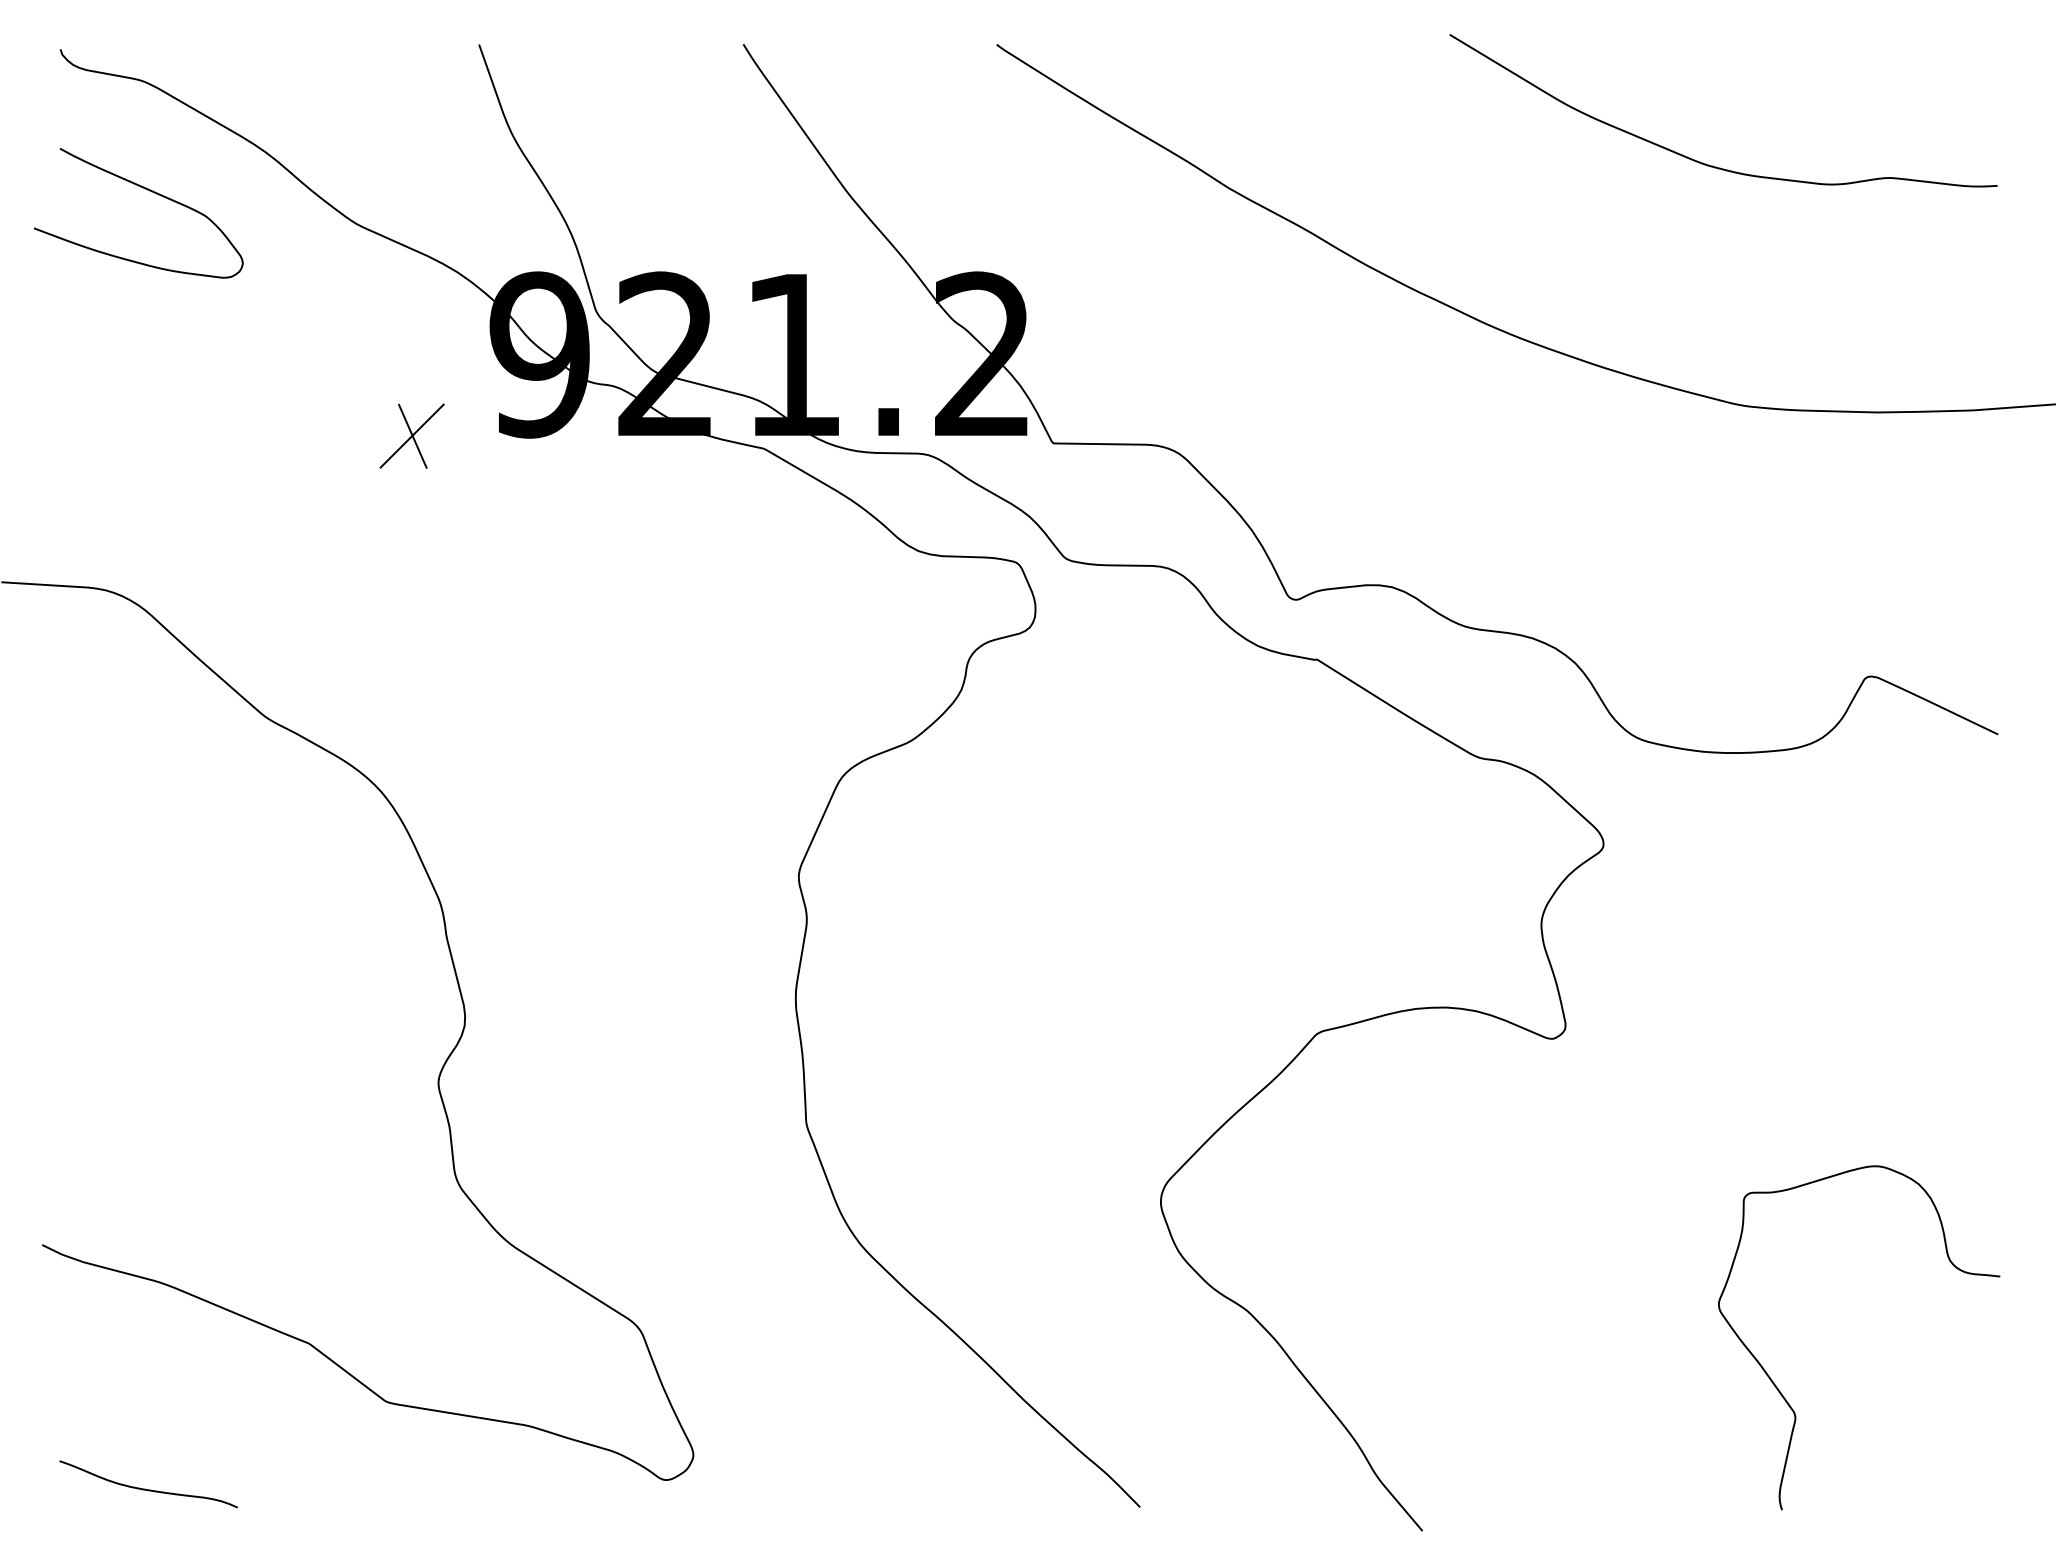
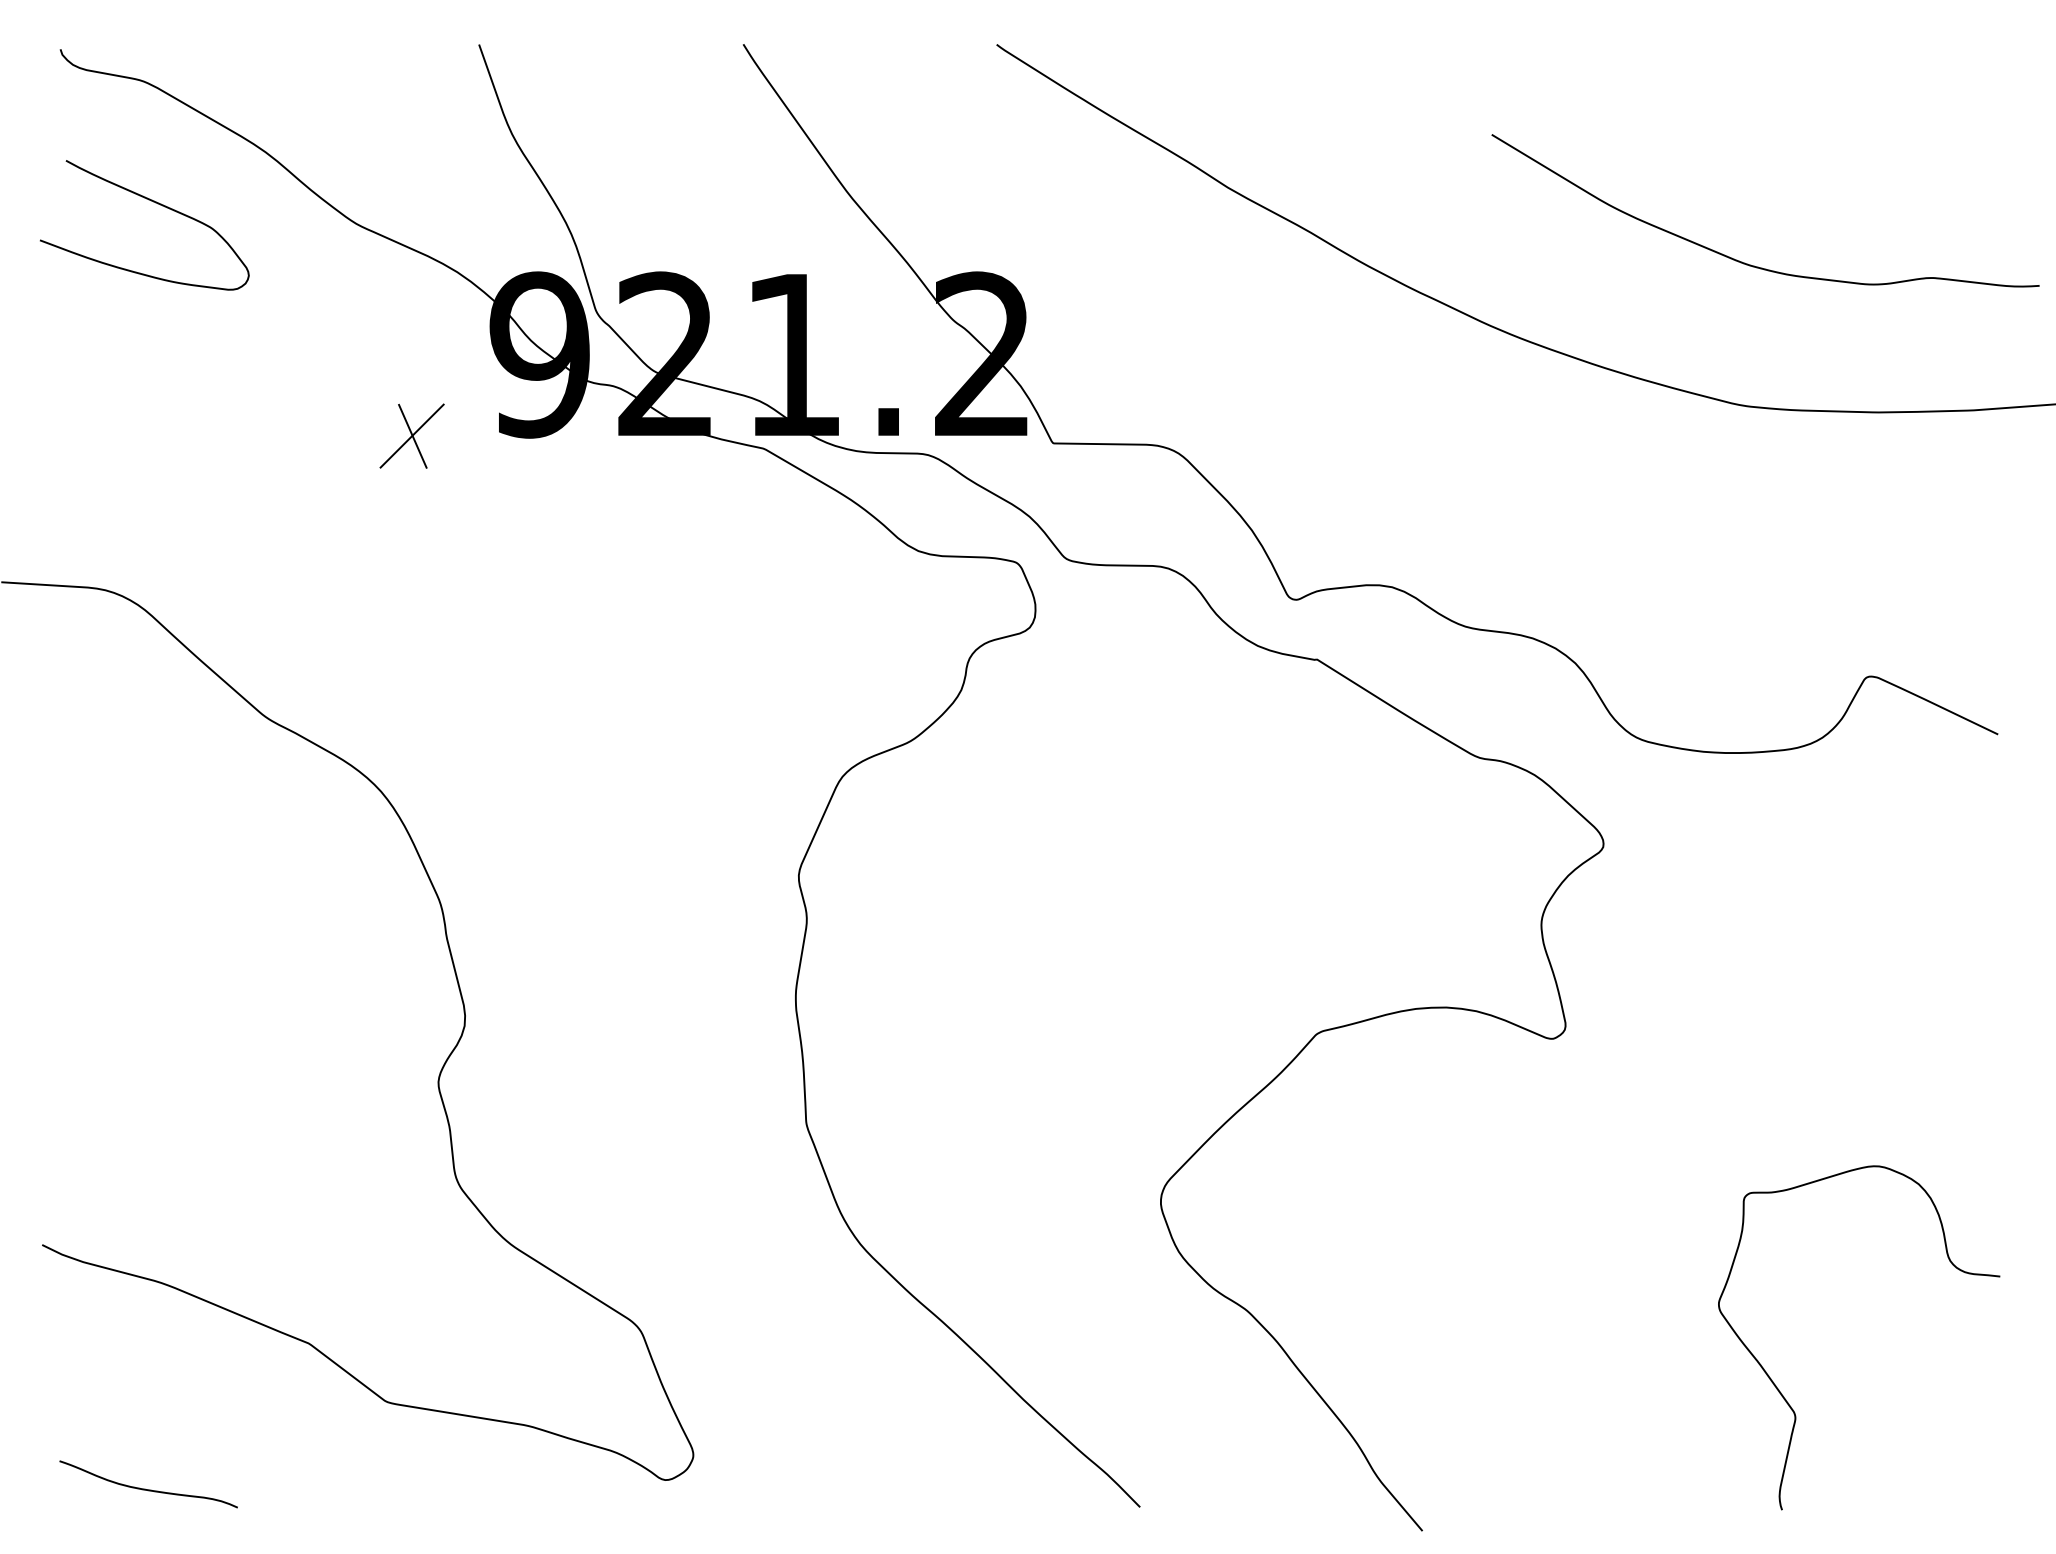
curve at (1700, 161) position: (1700, 161) -> (1742, 261)
curve at (149, 191) position: (149, 191) -> (155, 203)
